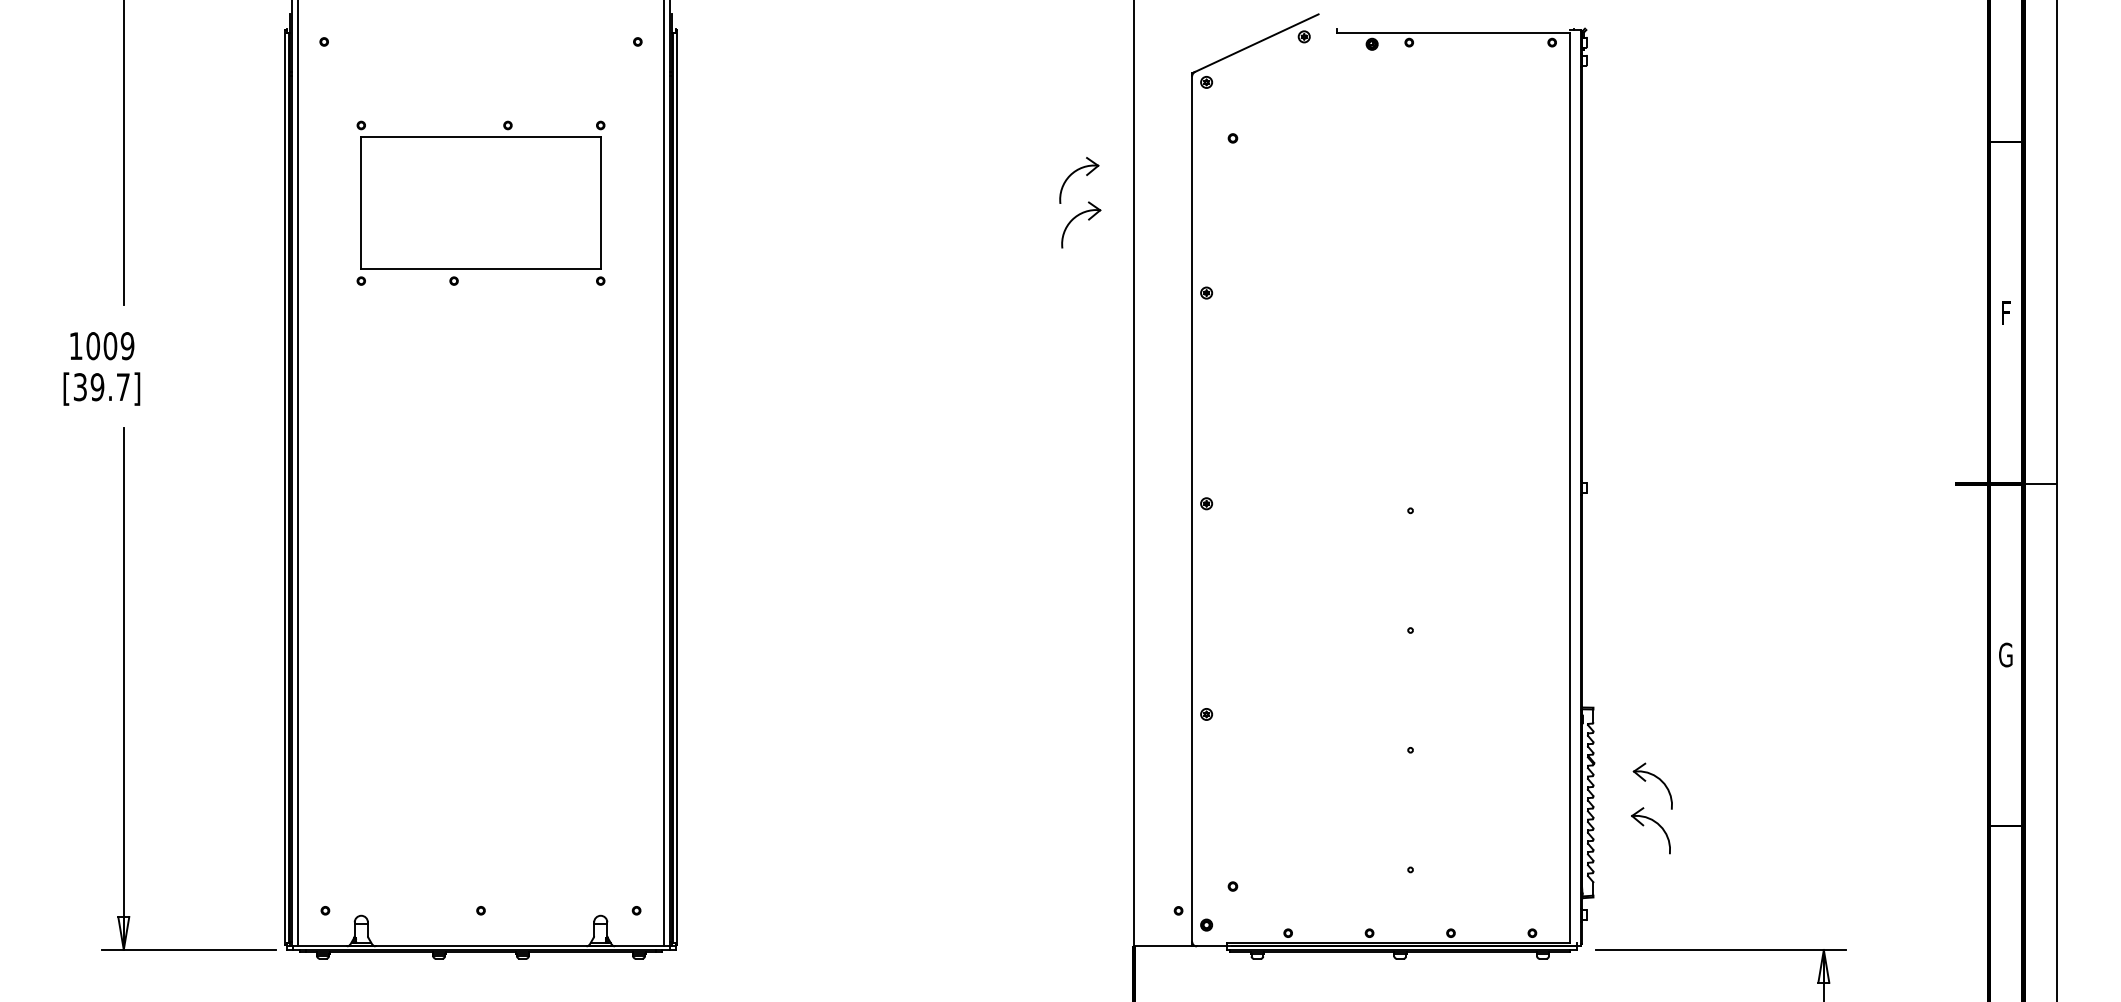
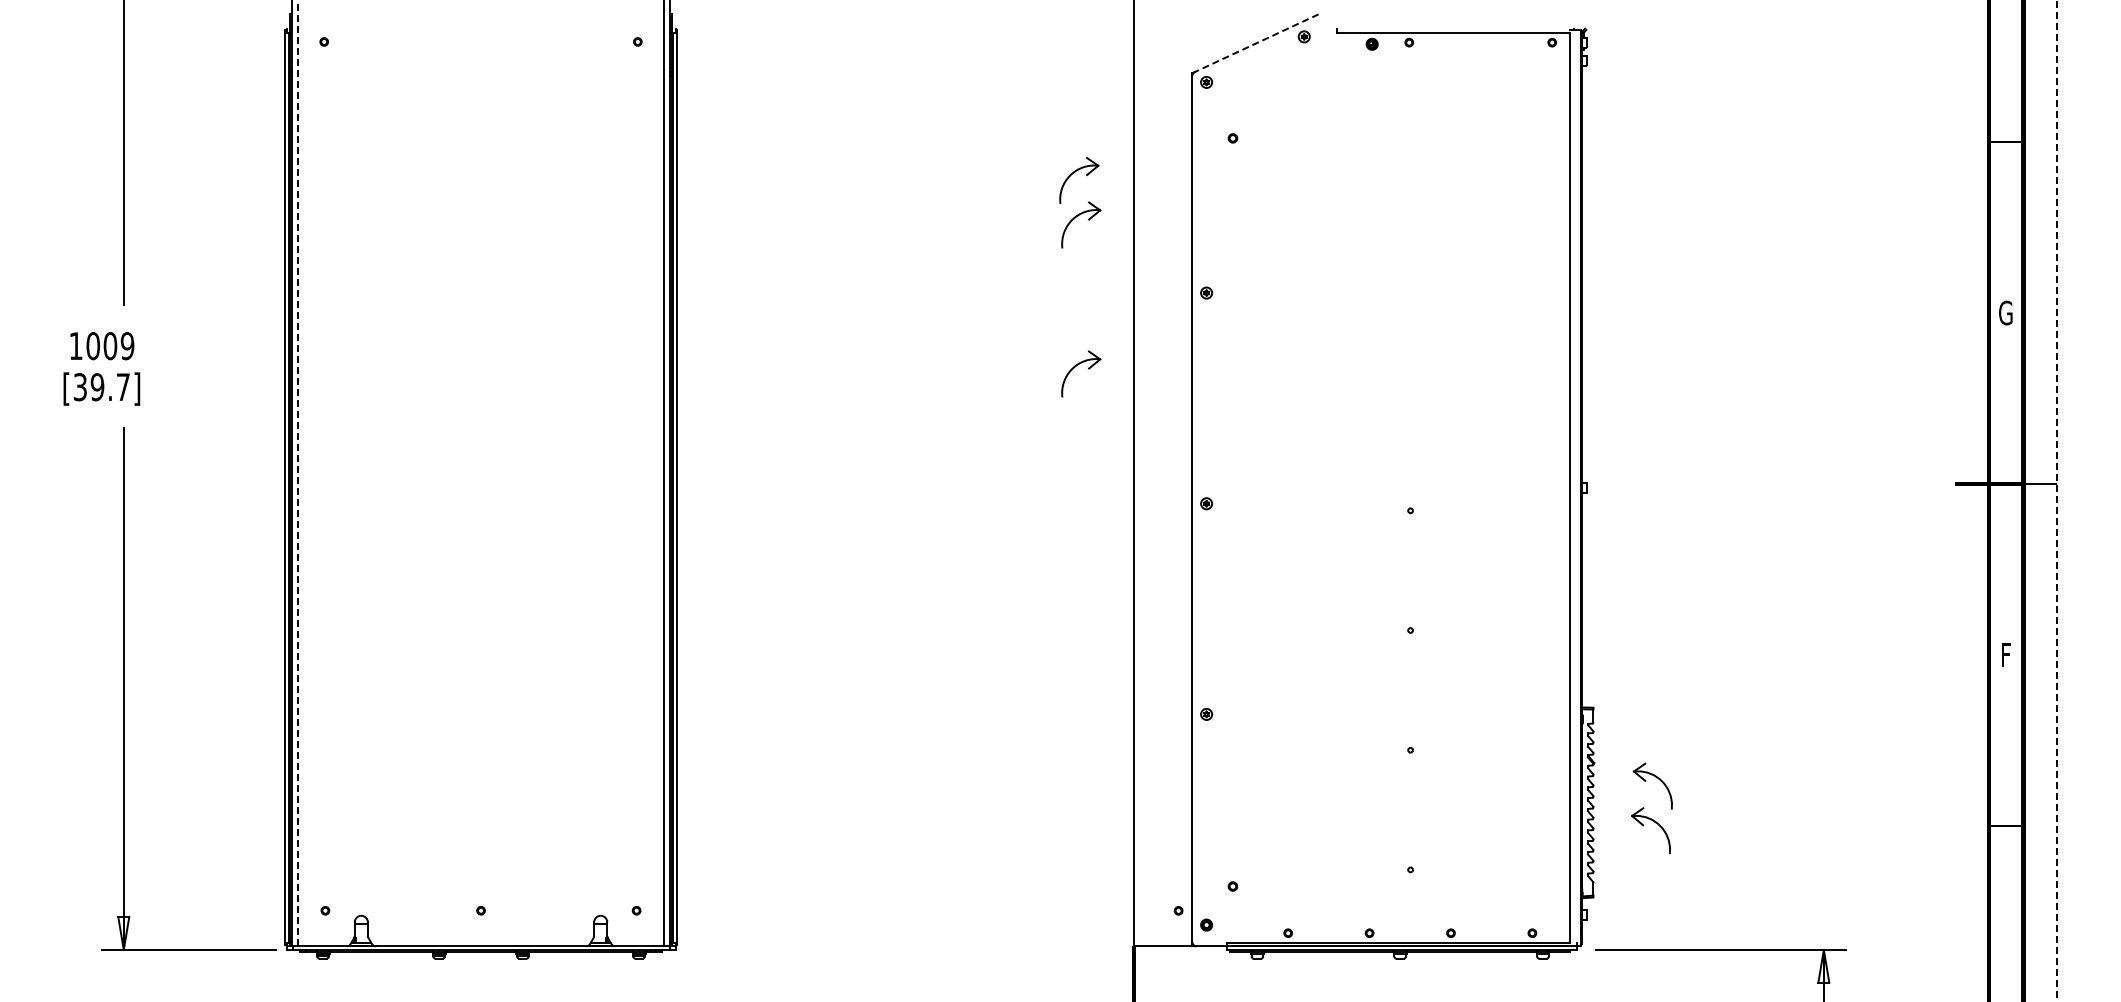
line at (1256, 43): solid -> dashed
part at (480, 202): present -> none
text at (2005, 312): F -> G
part at (1088, 369): none -> present
line at (297, 473): solid -> dashed
line at (2057, 501): solid -> dashed
text at (2005, 654): G -> F
